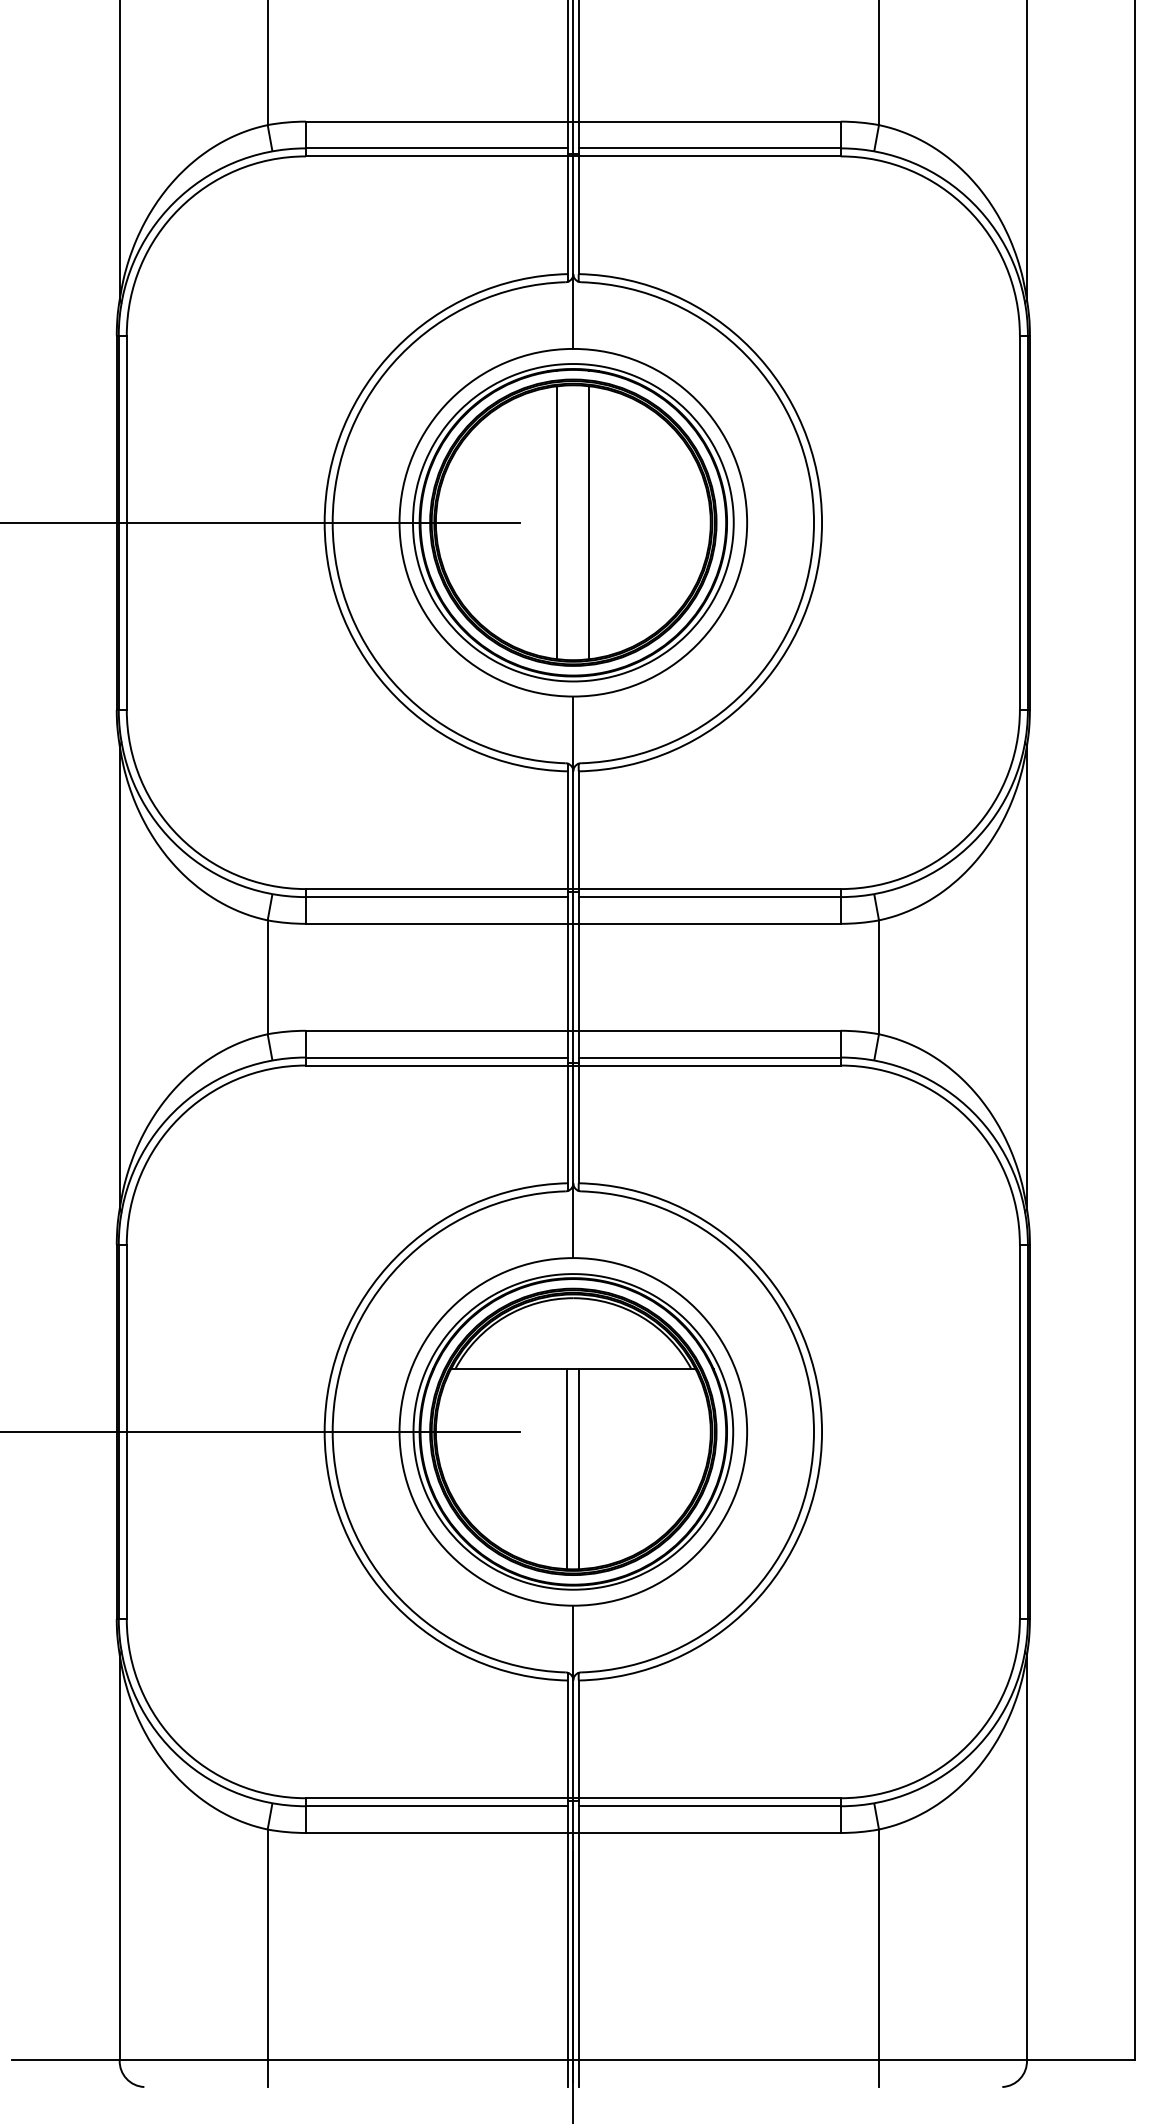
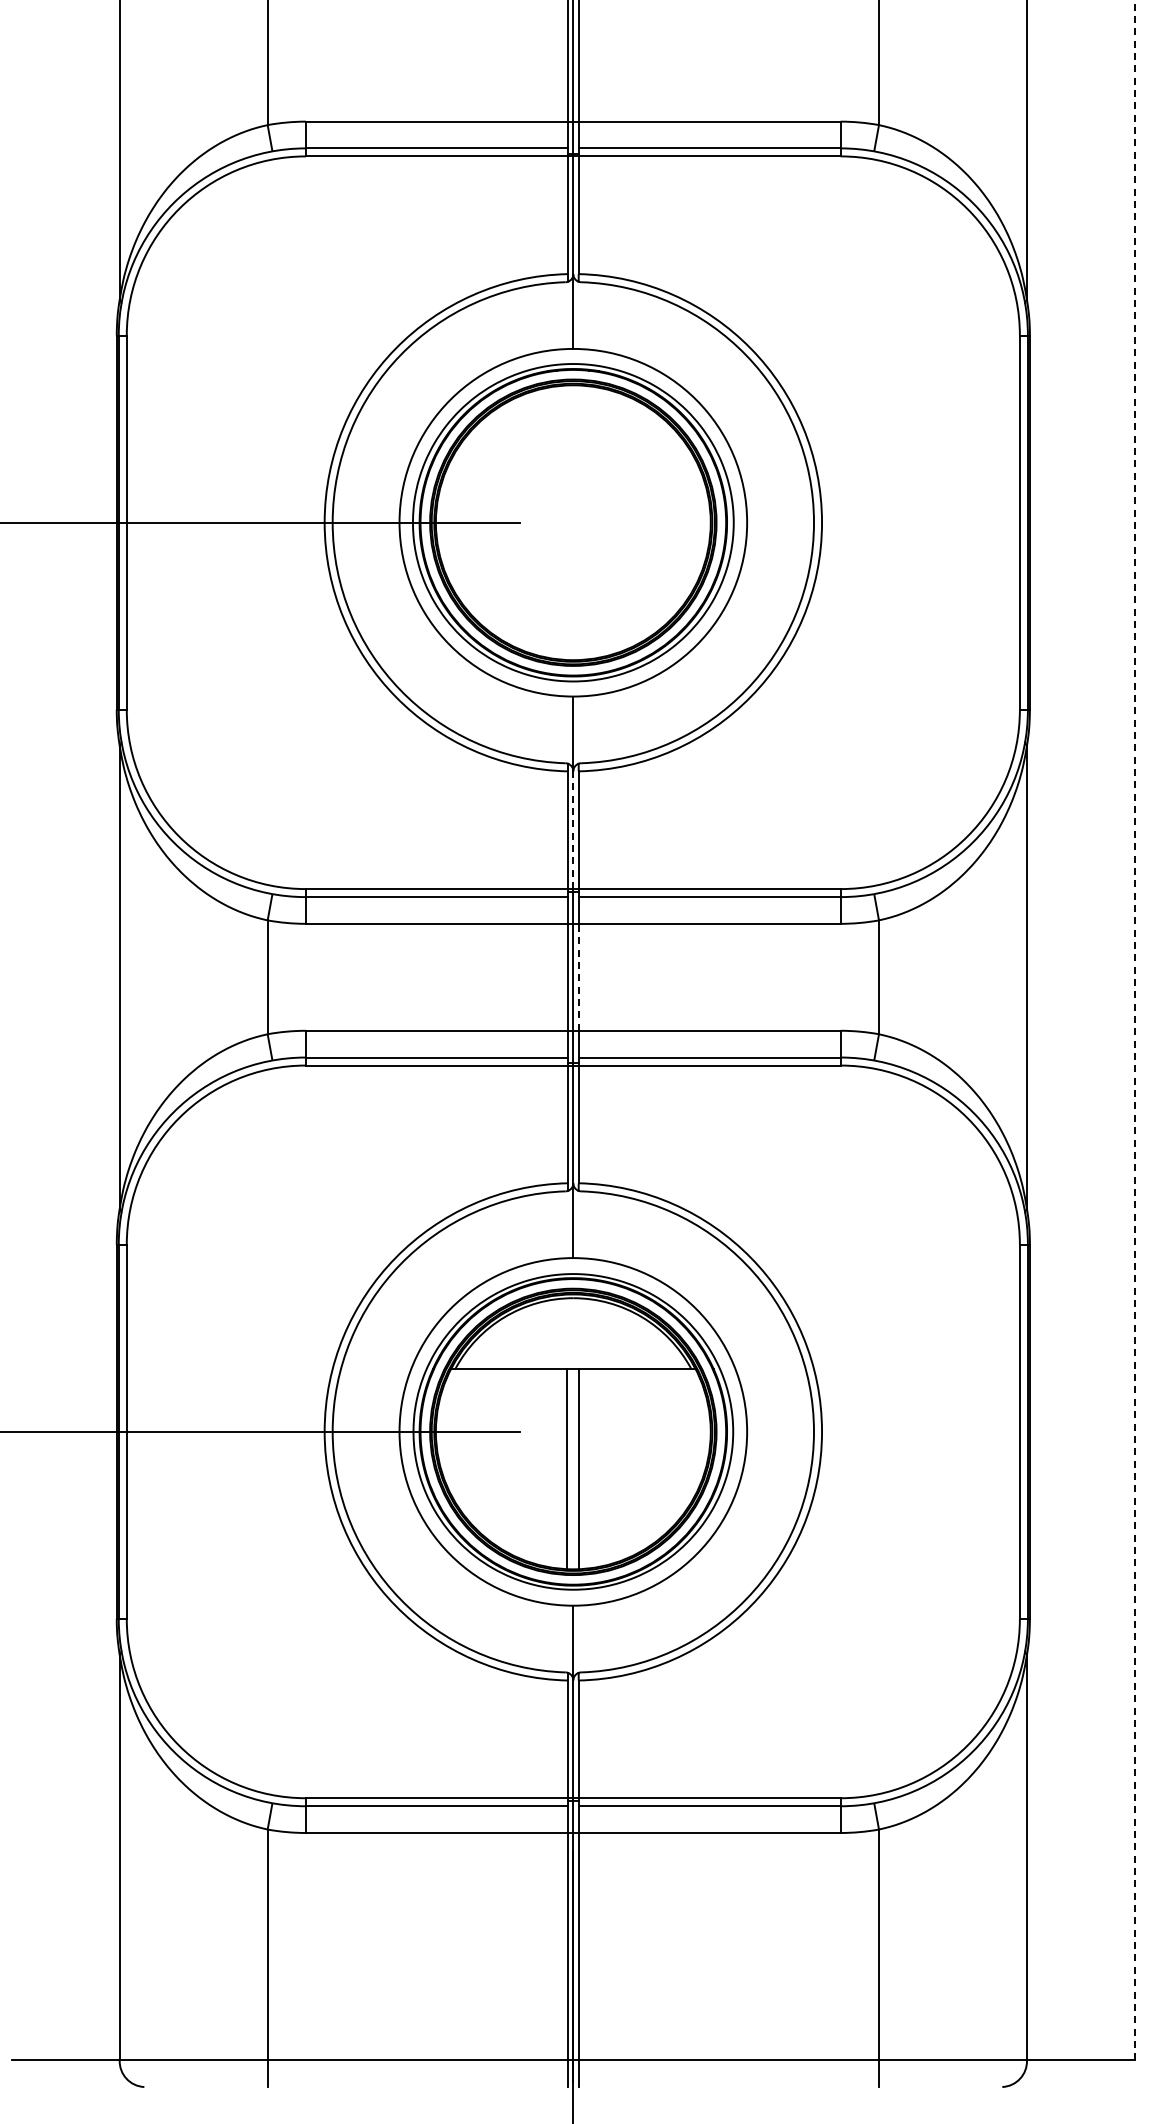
line at (557, 522): present -> none
line at (589, 522): present -> none
line at (573, 830): solid -> dashed
line at (578, 976): solid -> dashed
line at (1134, 1030): solid -> dashed
